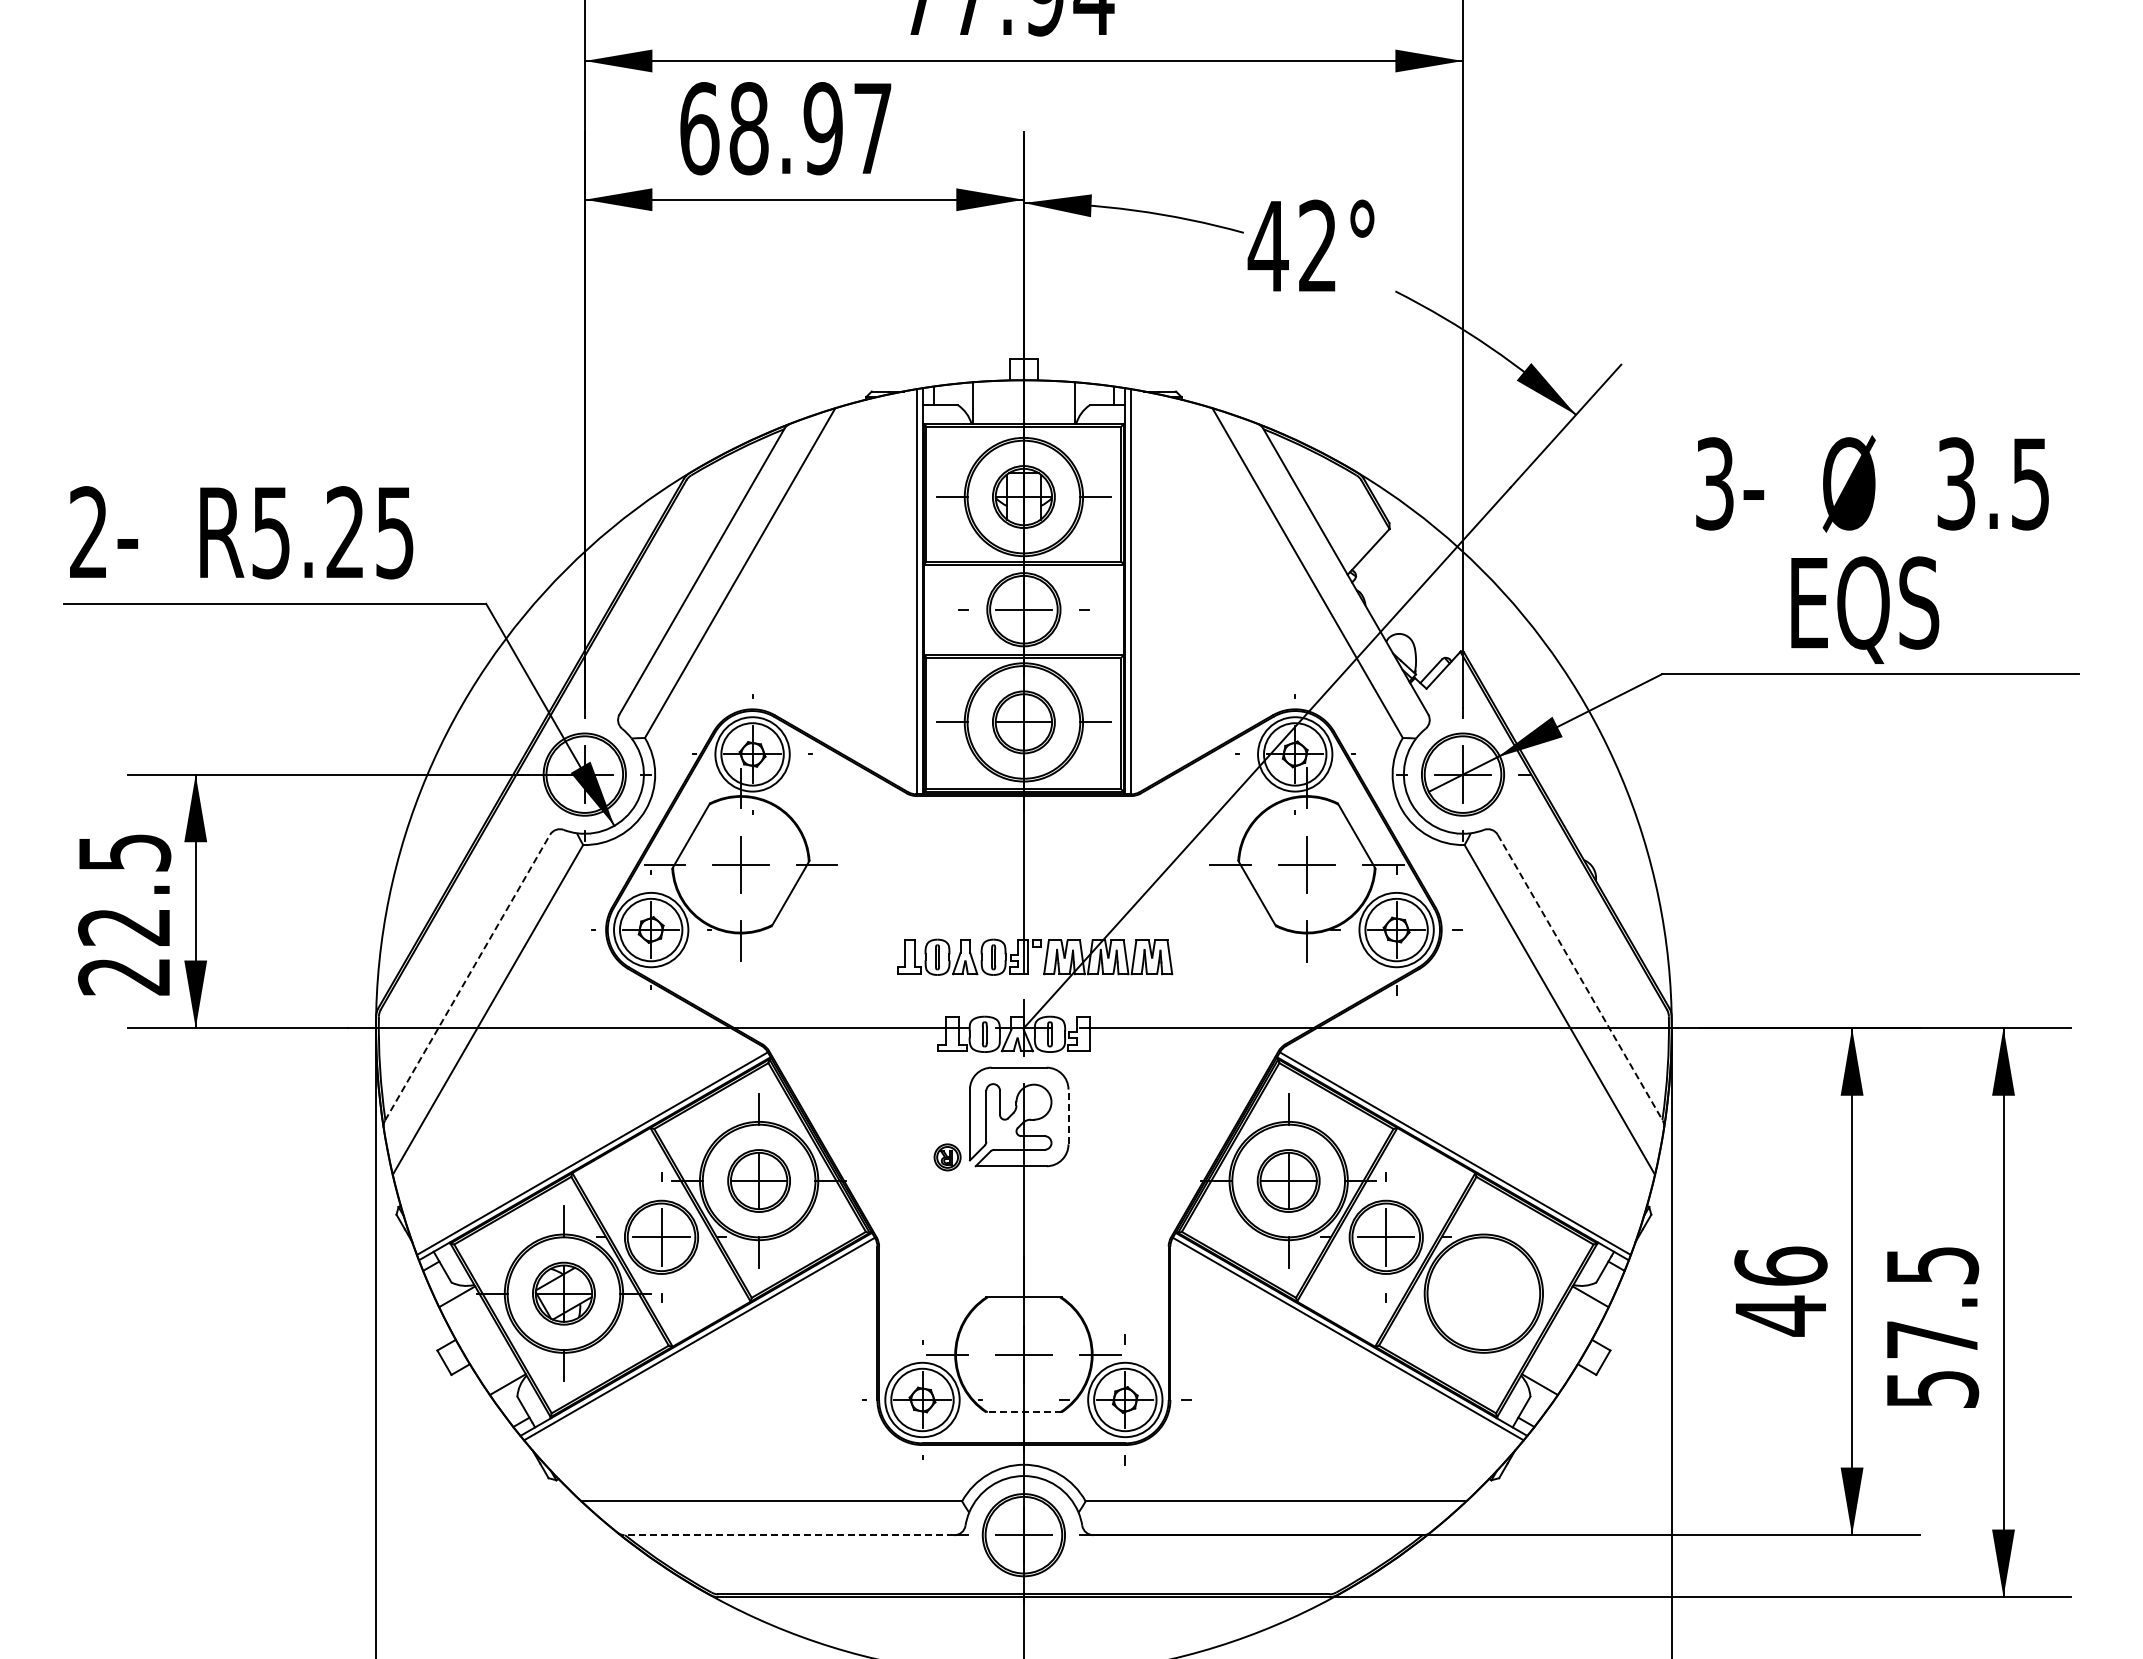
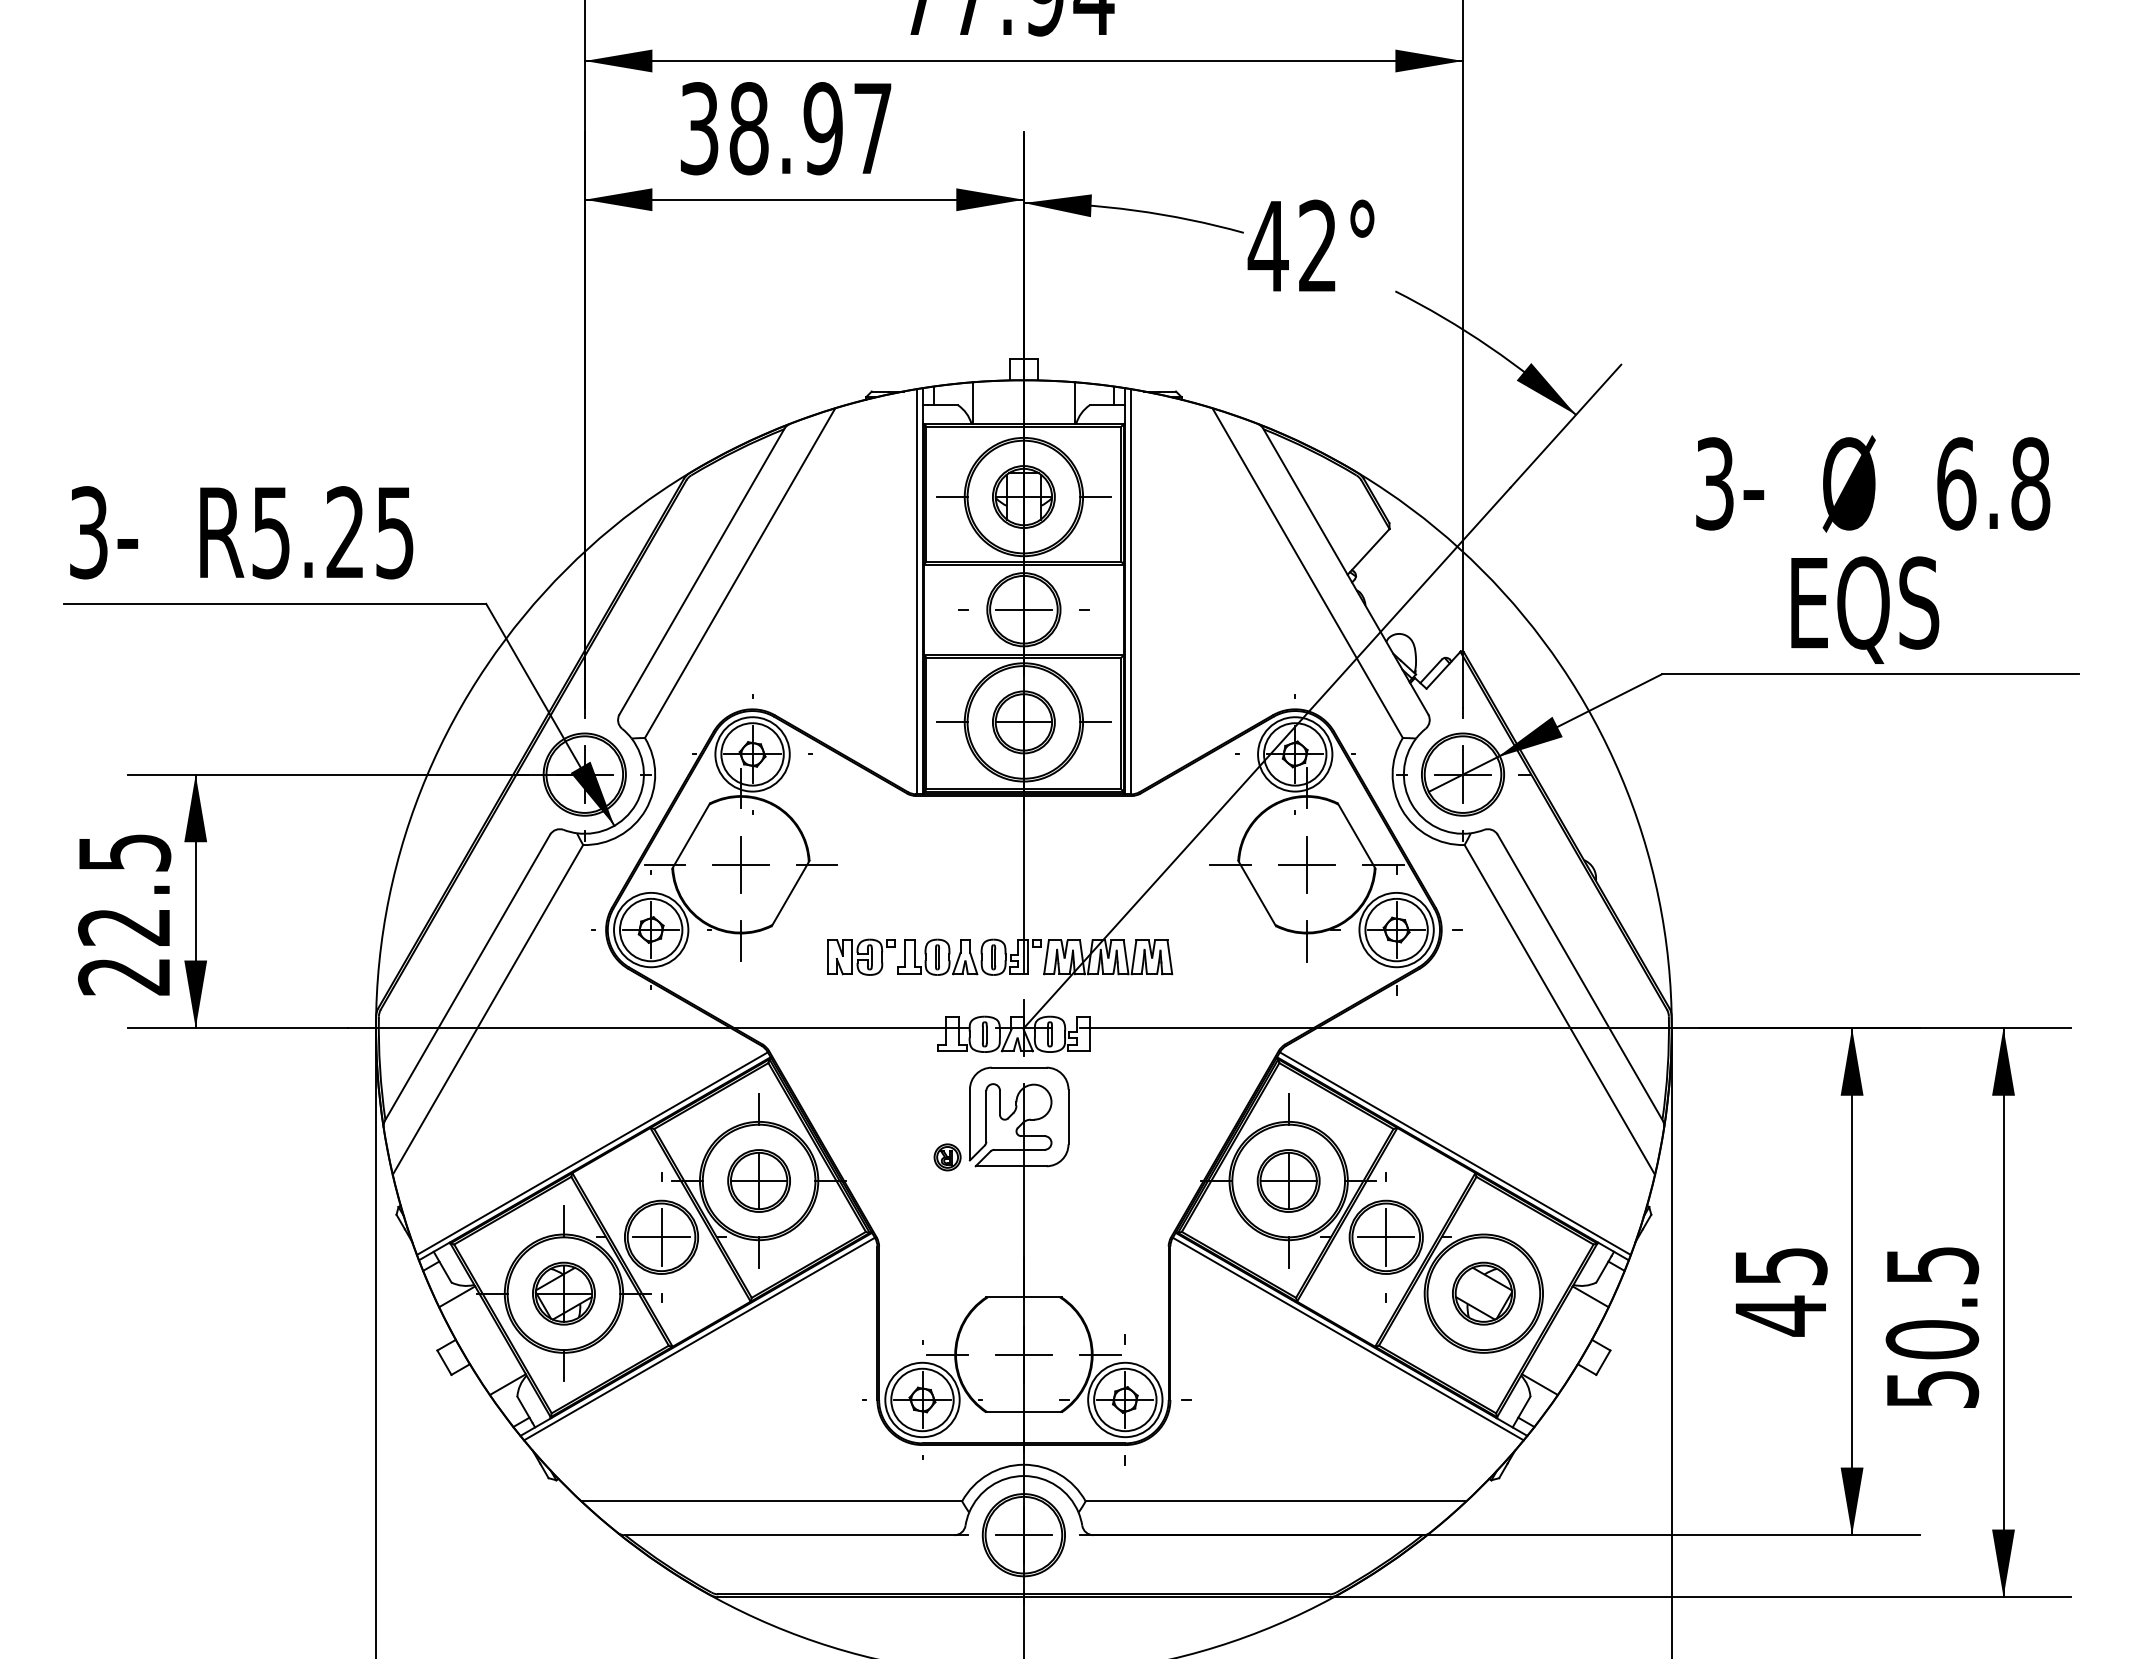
text at (699, 128): 68.97 -> 38.97
text at (1993, 483): 3.5 -> 6.8
text at (88, 532): 2- -> 3-
part at (861, 956): none -> present
line at (467, 977): dashed -> solid
line at (1580, 977): dashed -> solid
line at (1068, 1116): dashed -> solid
text at (1780, 1265): 46 -> 45
part at (1483, 1293): none -> present
text at (1932, 1339): 57.5 -> 50.5
line at (1023, 1412): dashed -> solid
line at (789, 1535): dashed -> solid
